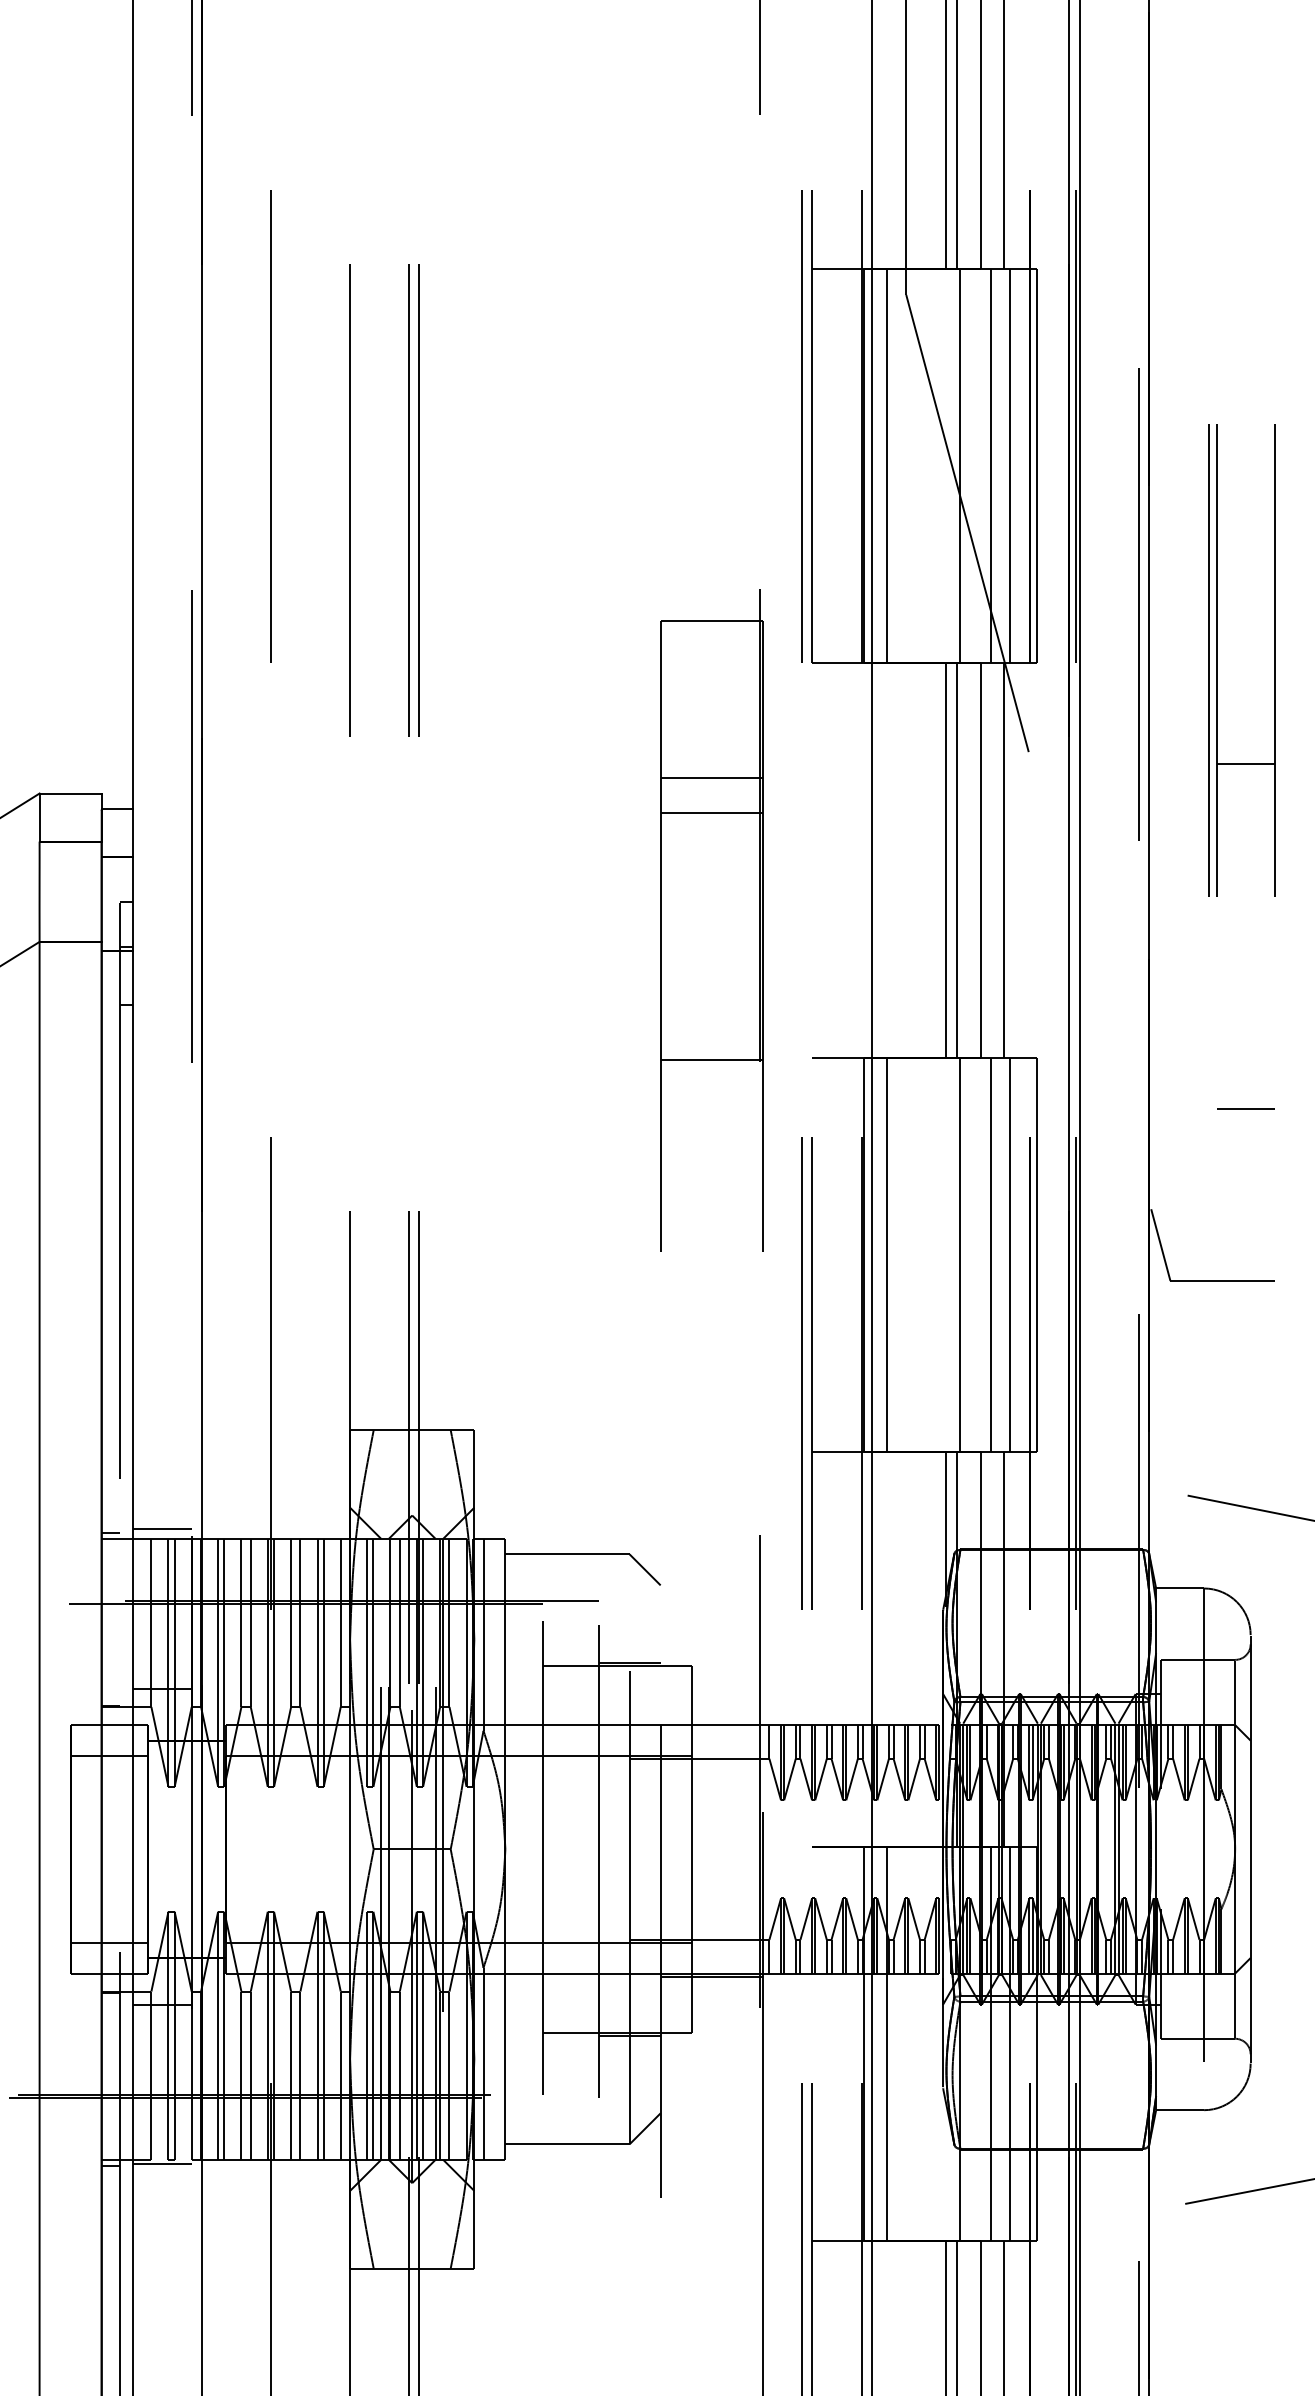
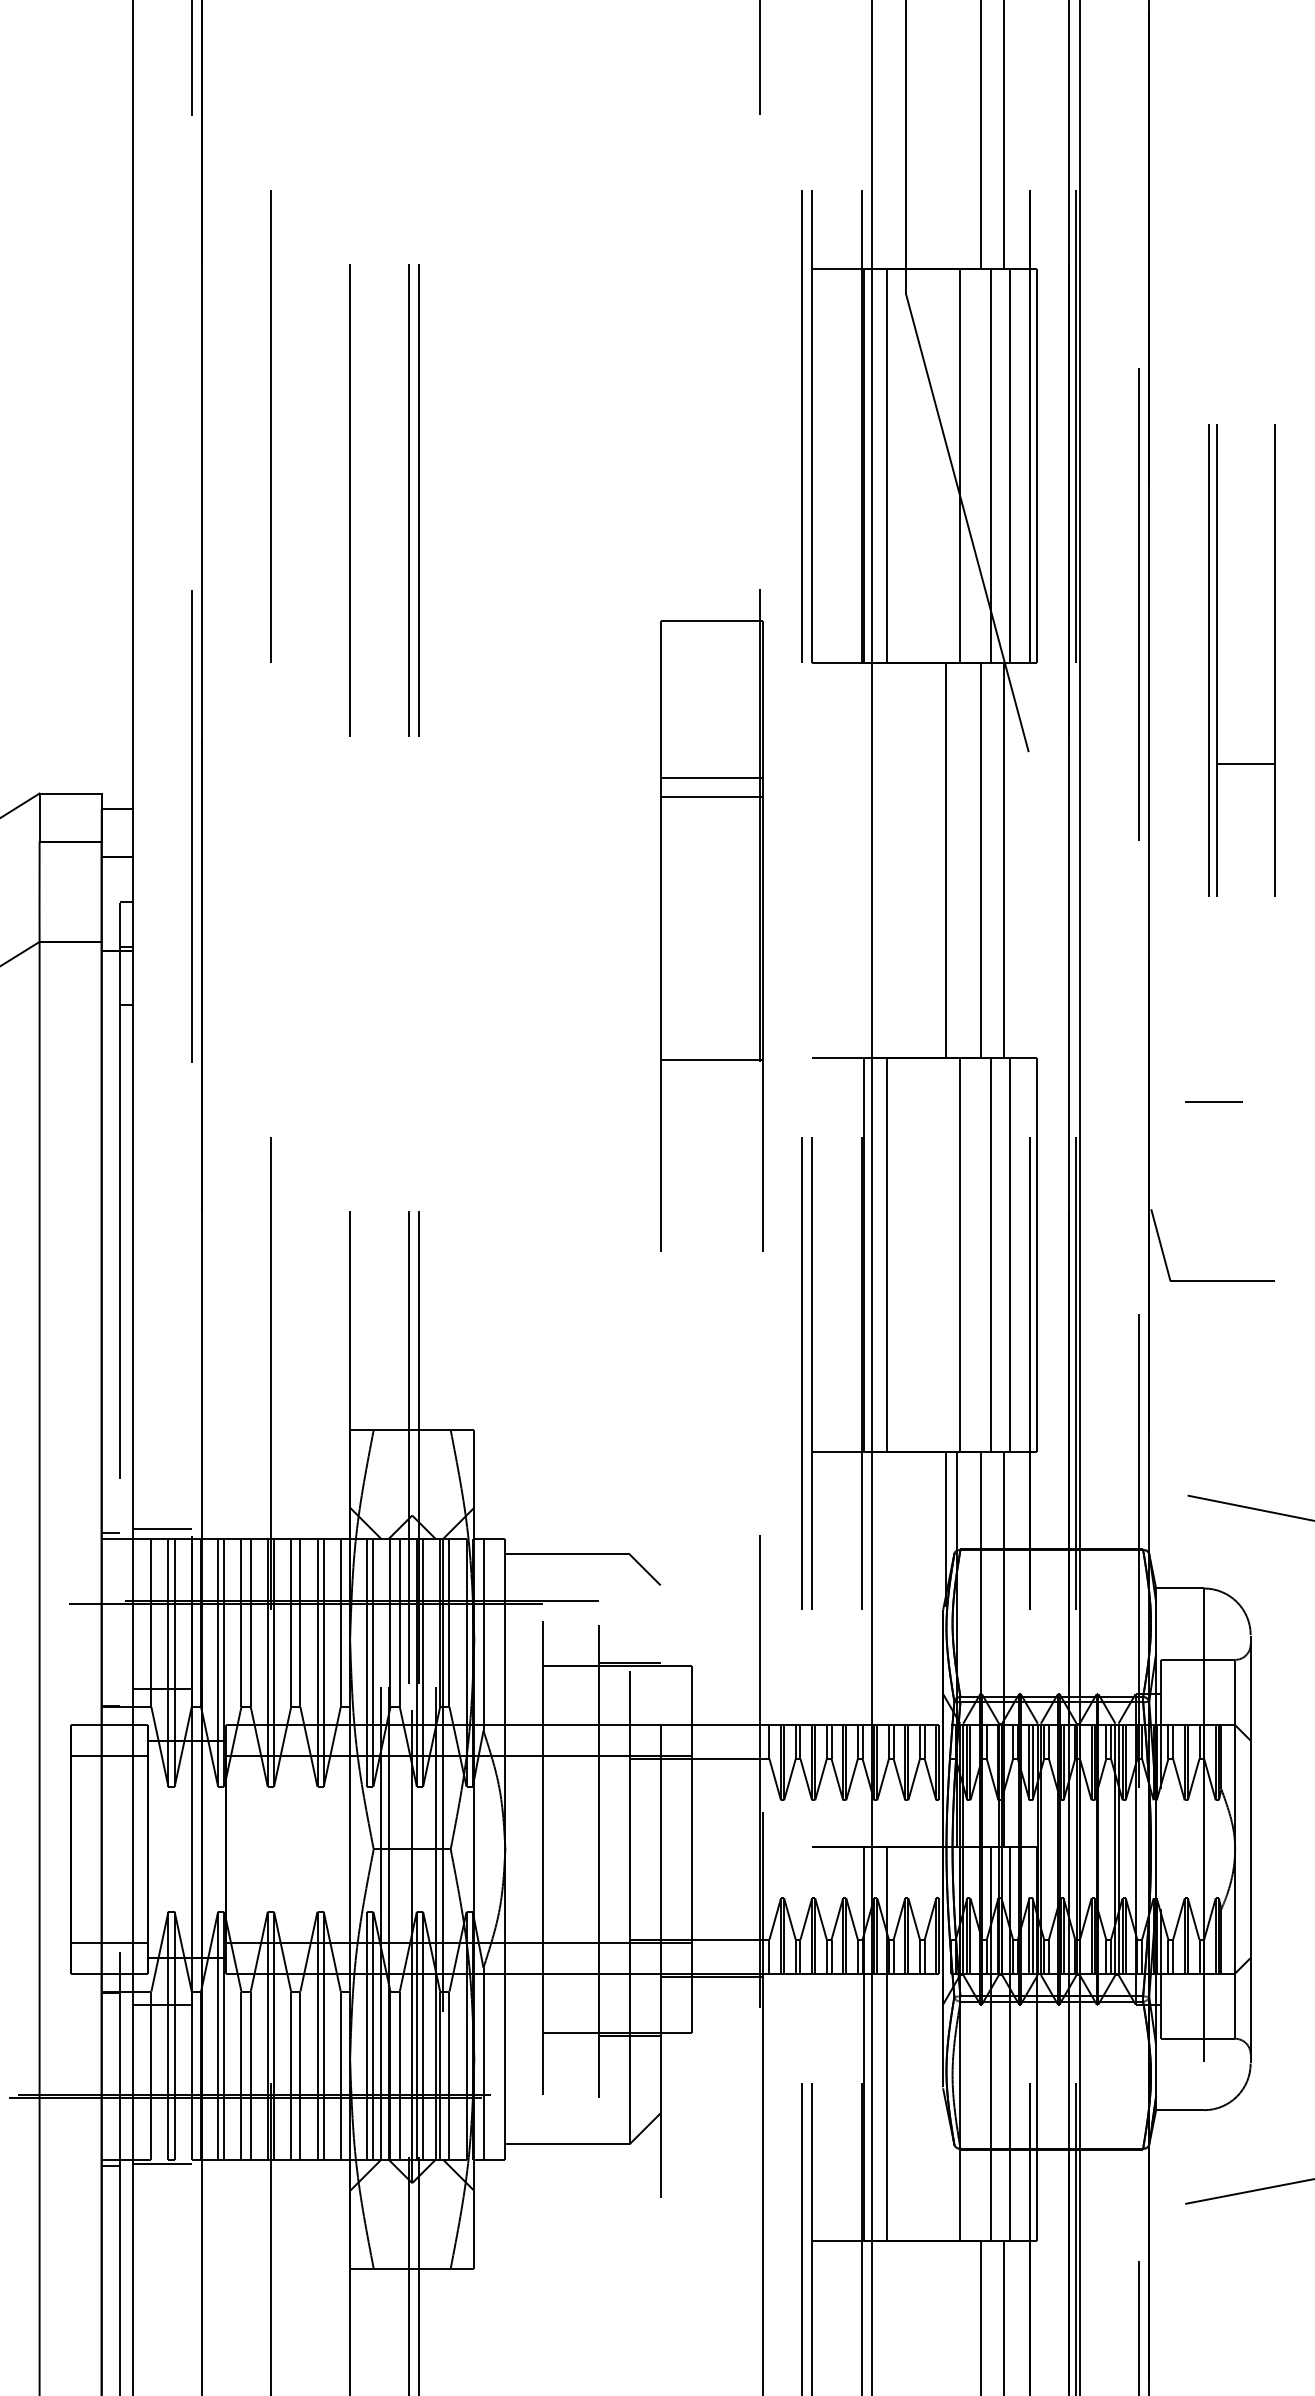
line at (945, 135): present -> none
line at (957, 135): present -> none
line at (711, 812) position: (711, 812) -> (711, 796)
line at (957, 860): present -> none
line at (1245, 1108) position: (1245, 1108) -> (1213, 1101)
line at (945, 2316): present -> none
line at (957, 2316): present -> none
